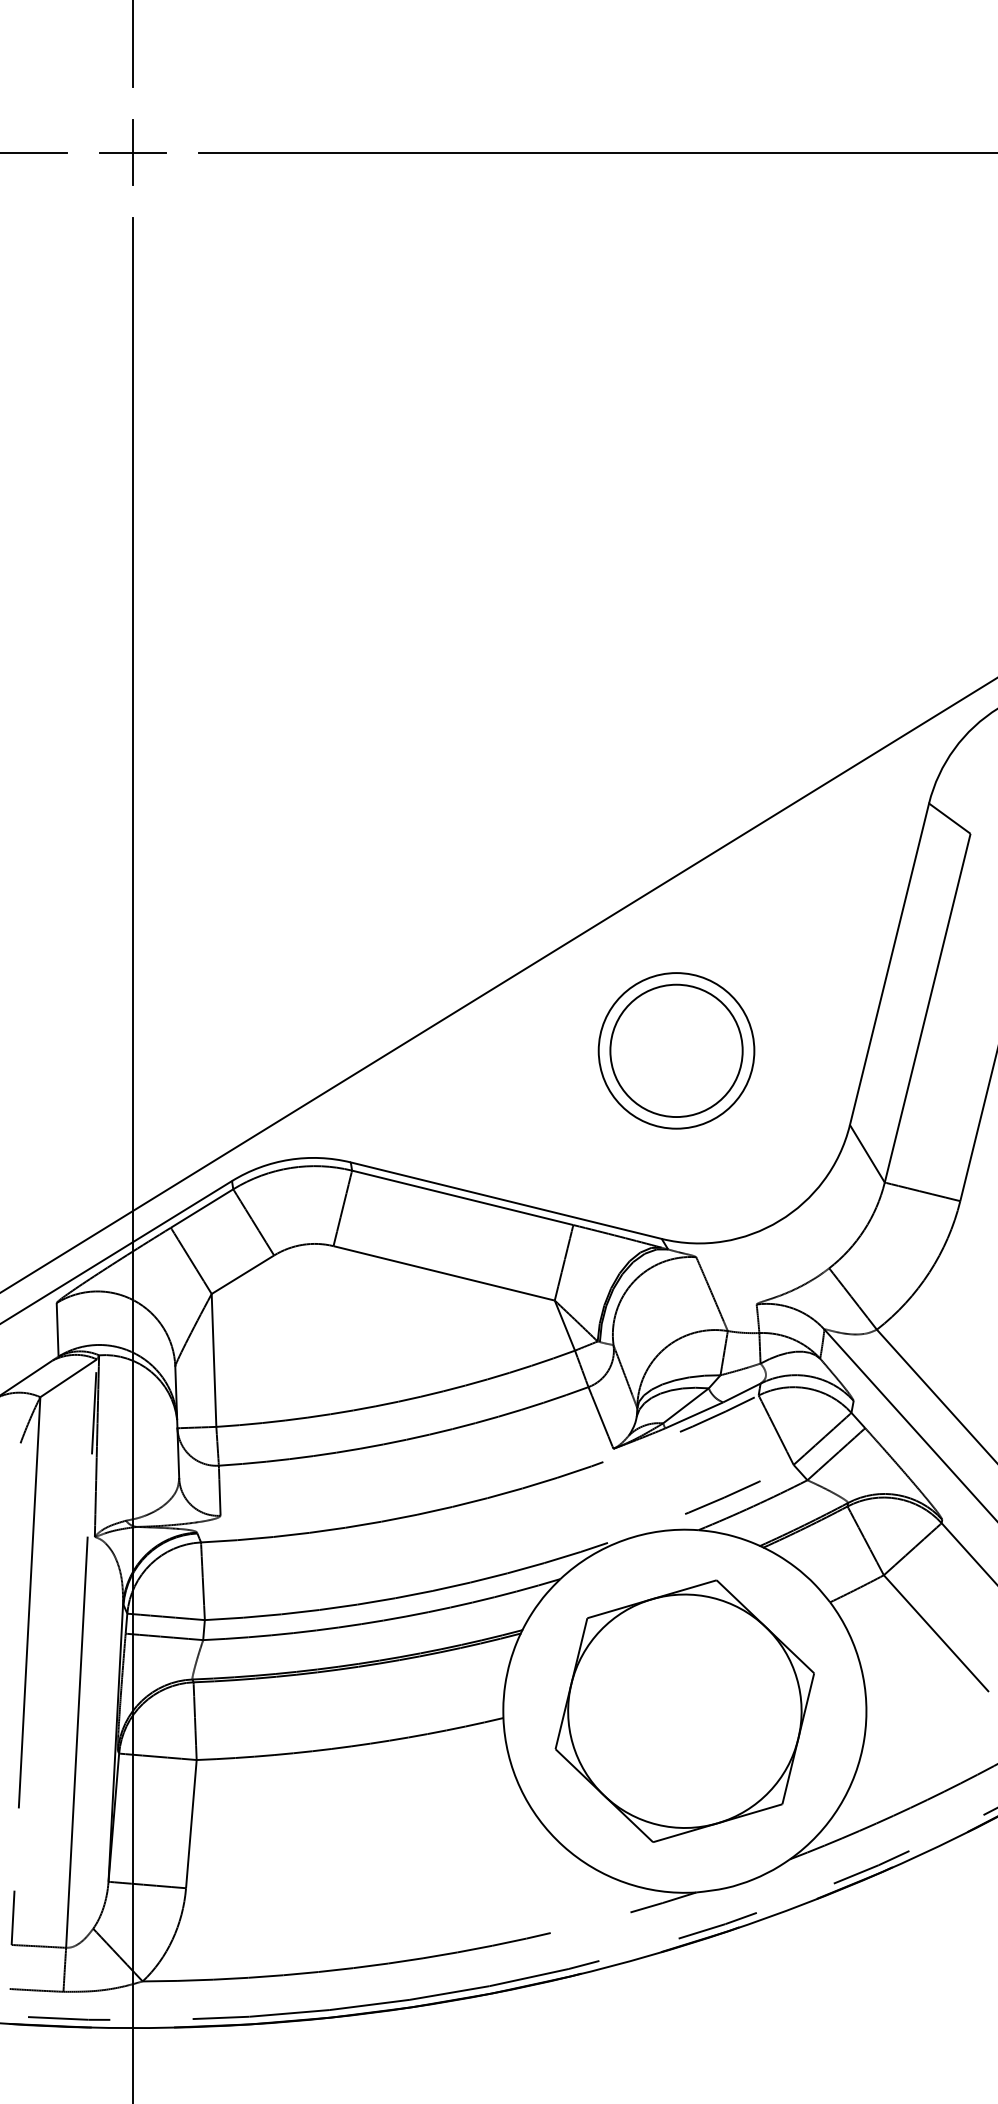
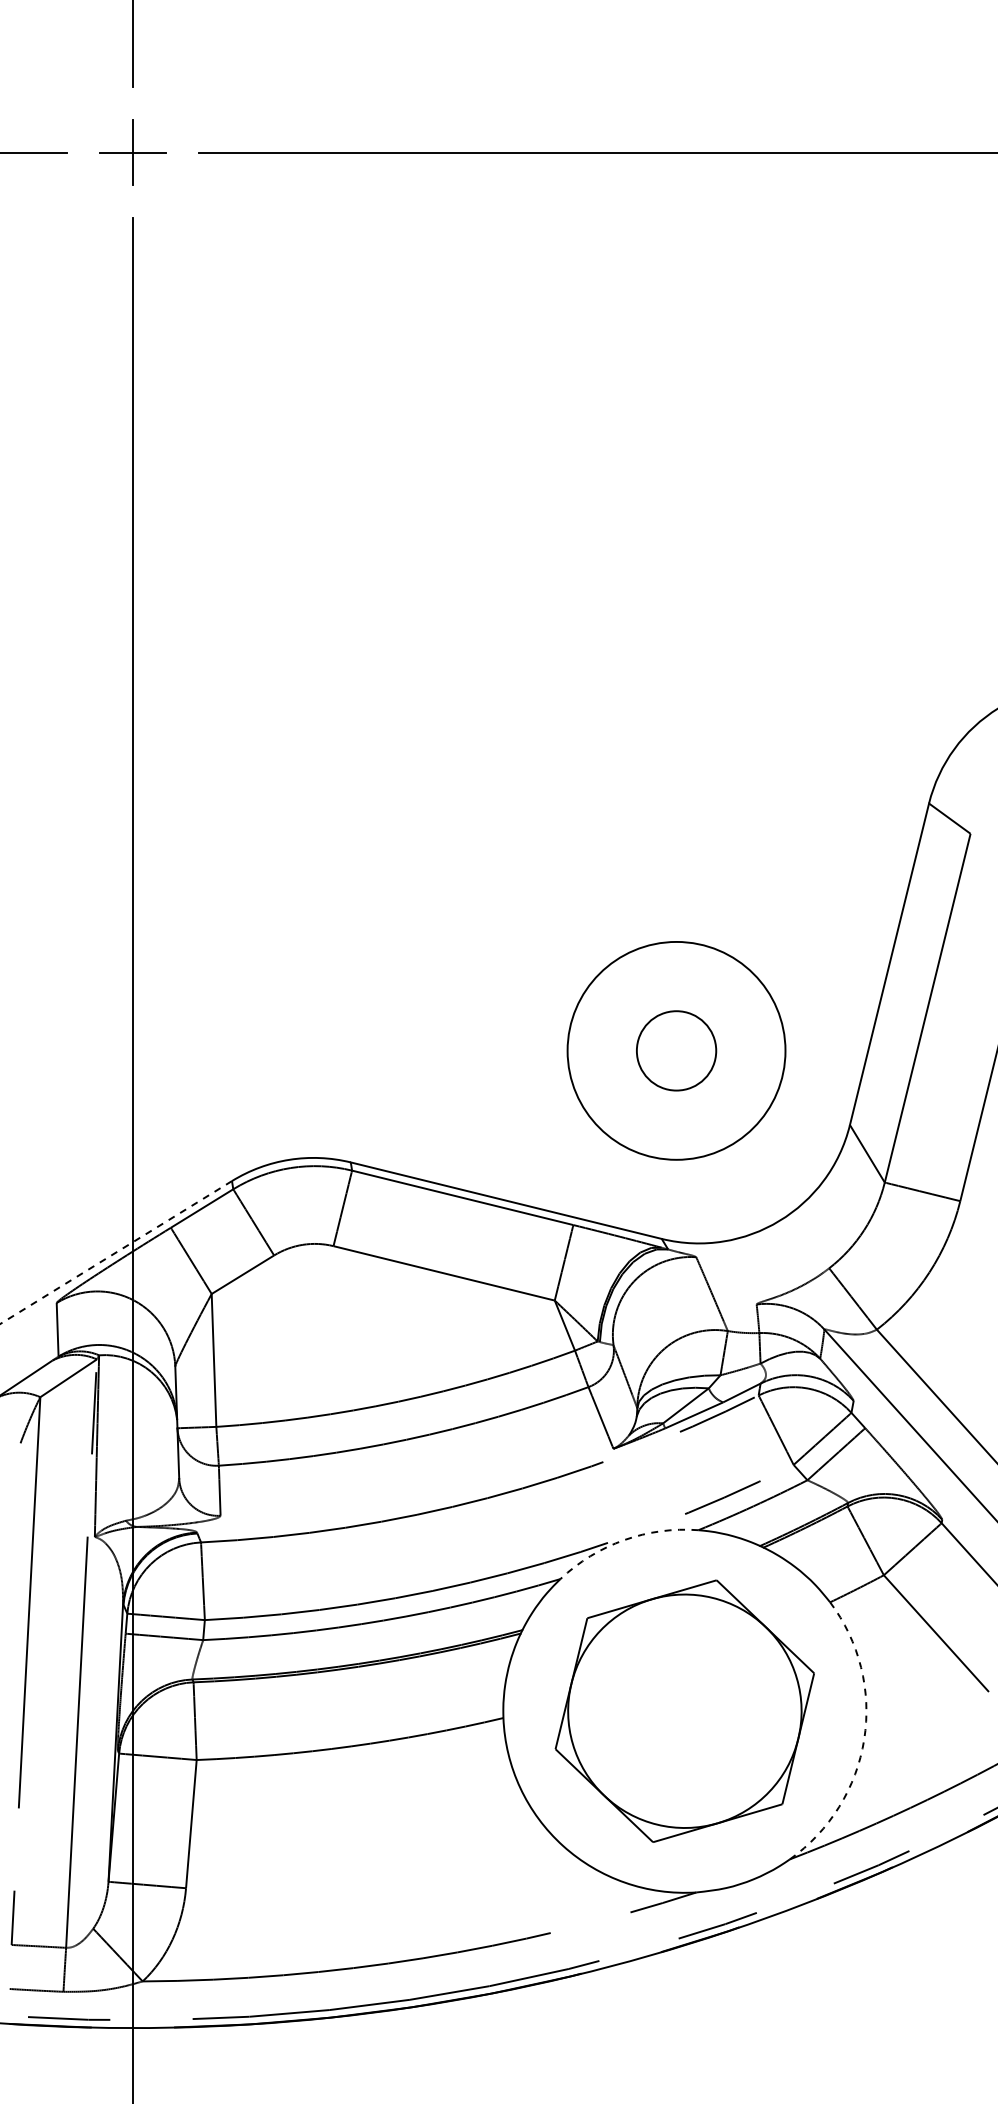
line at (498, 985): present -> none
circle at (676, 1050) diameter: 132 px -> 79 px
circle at (676, 1050) diameter: 156 px -> 218 px
line at (115, 1252): solid -> dashed
arc at (624, 1540): solid -> dashed
arc at (864, 1739): solid -> dashed
